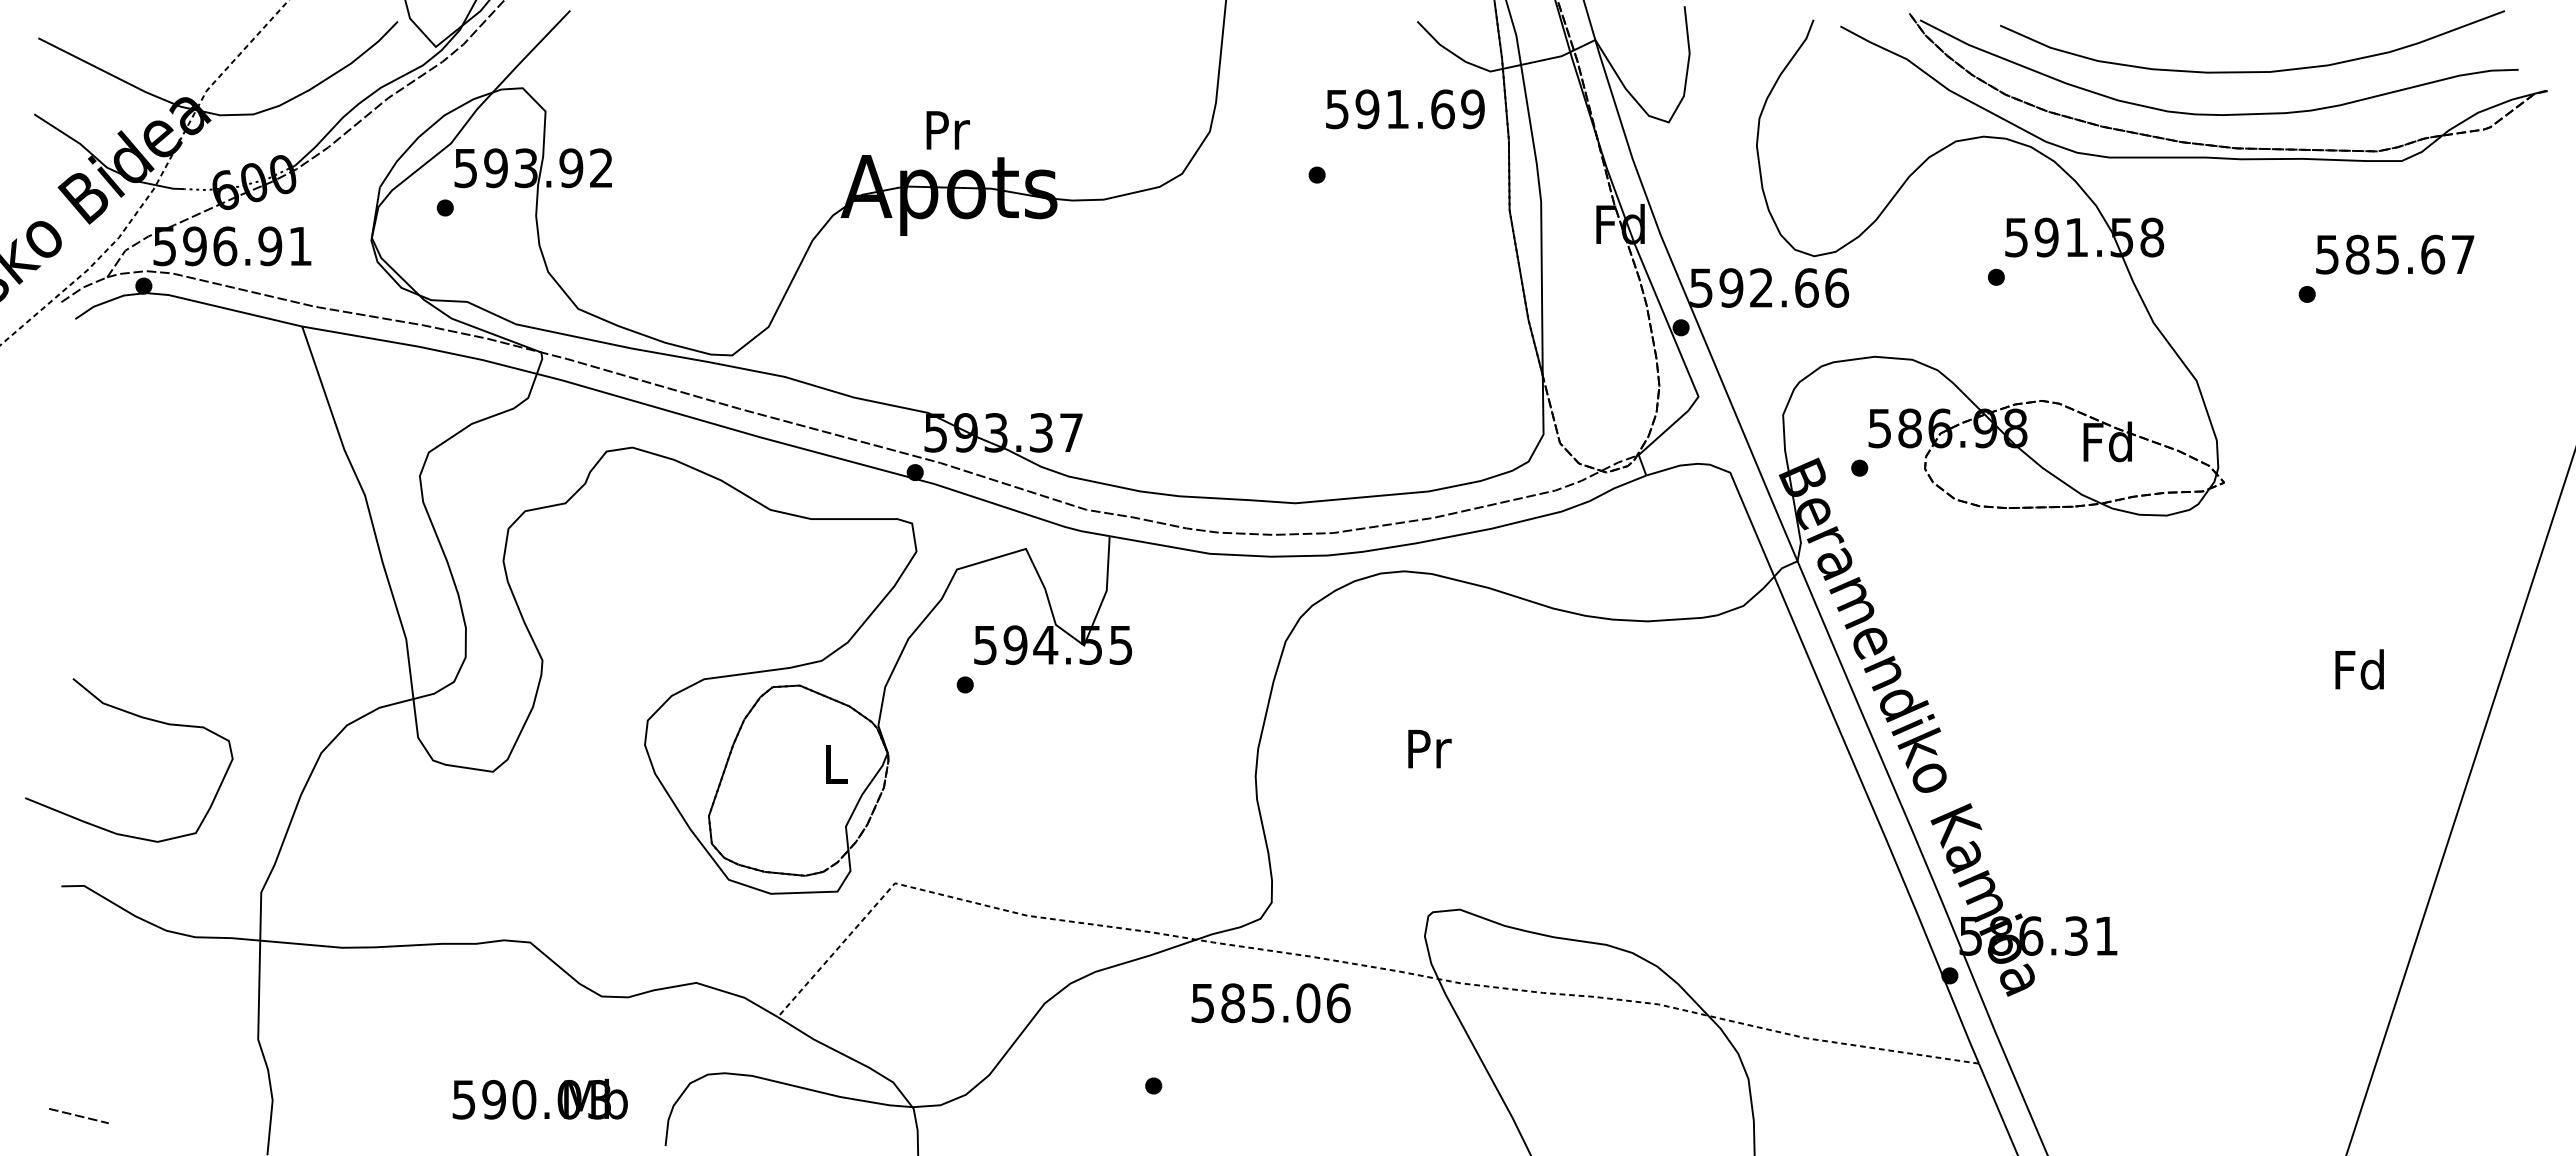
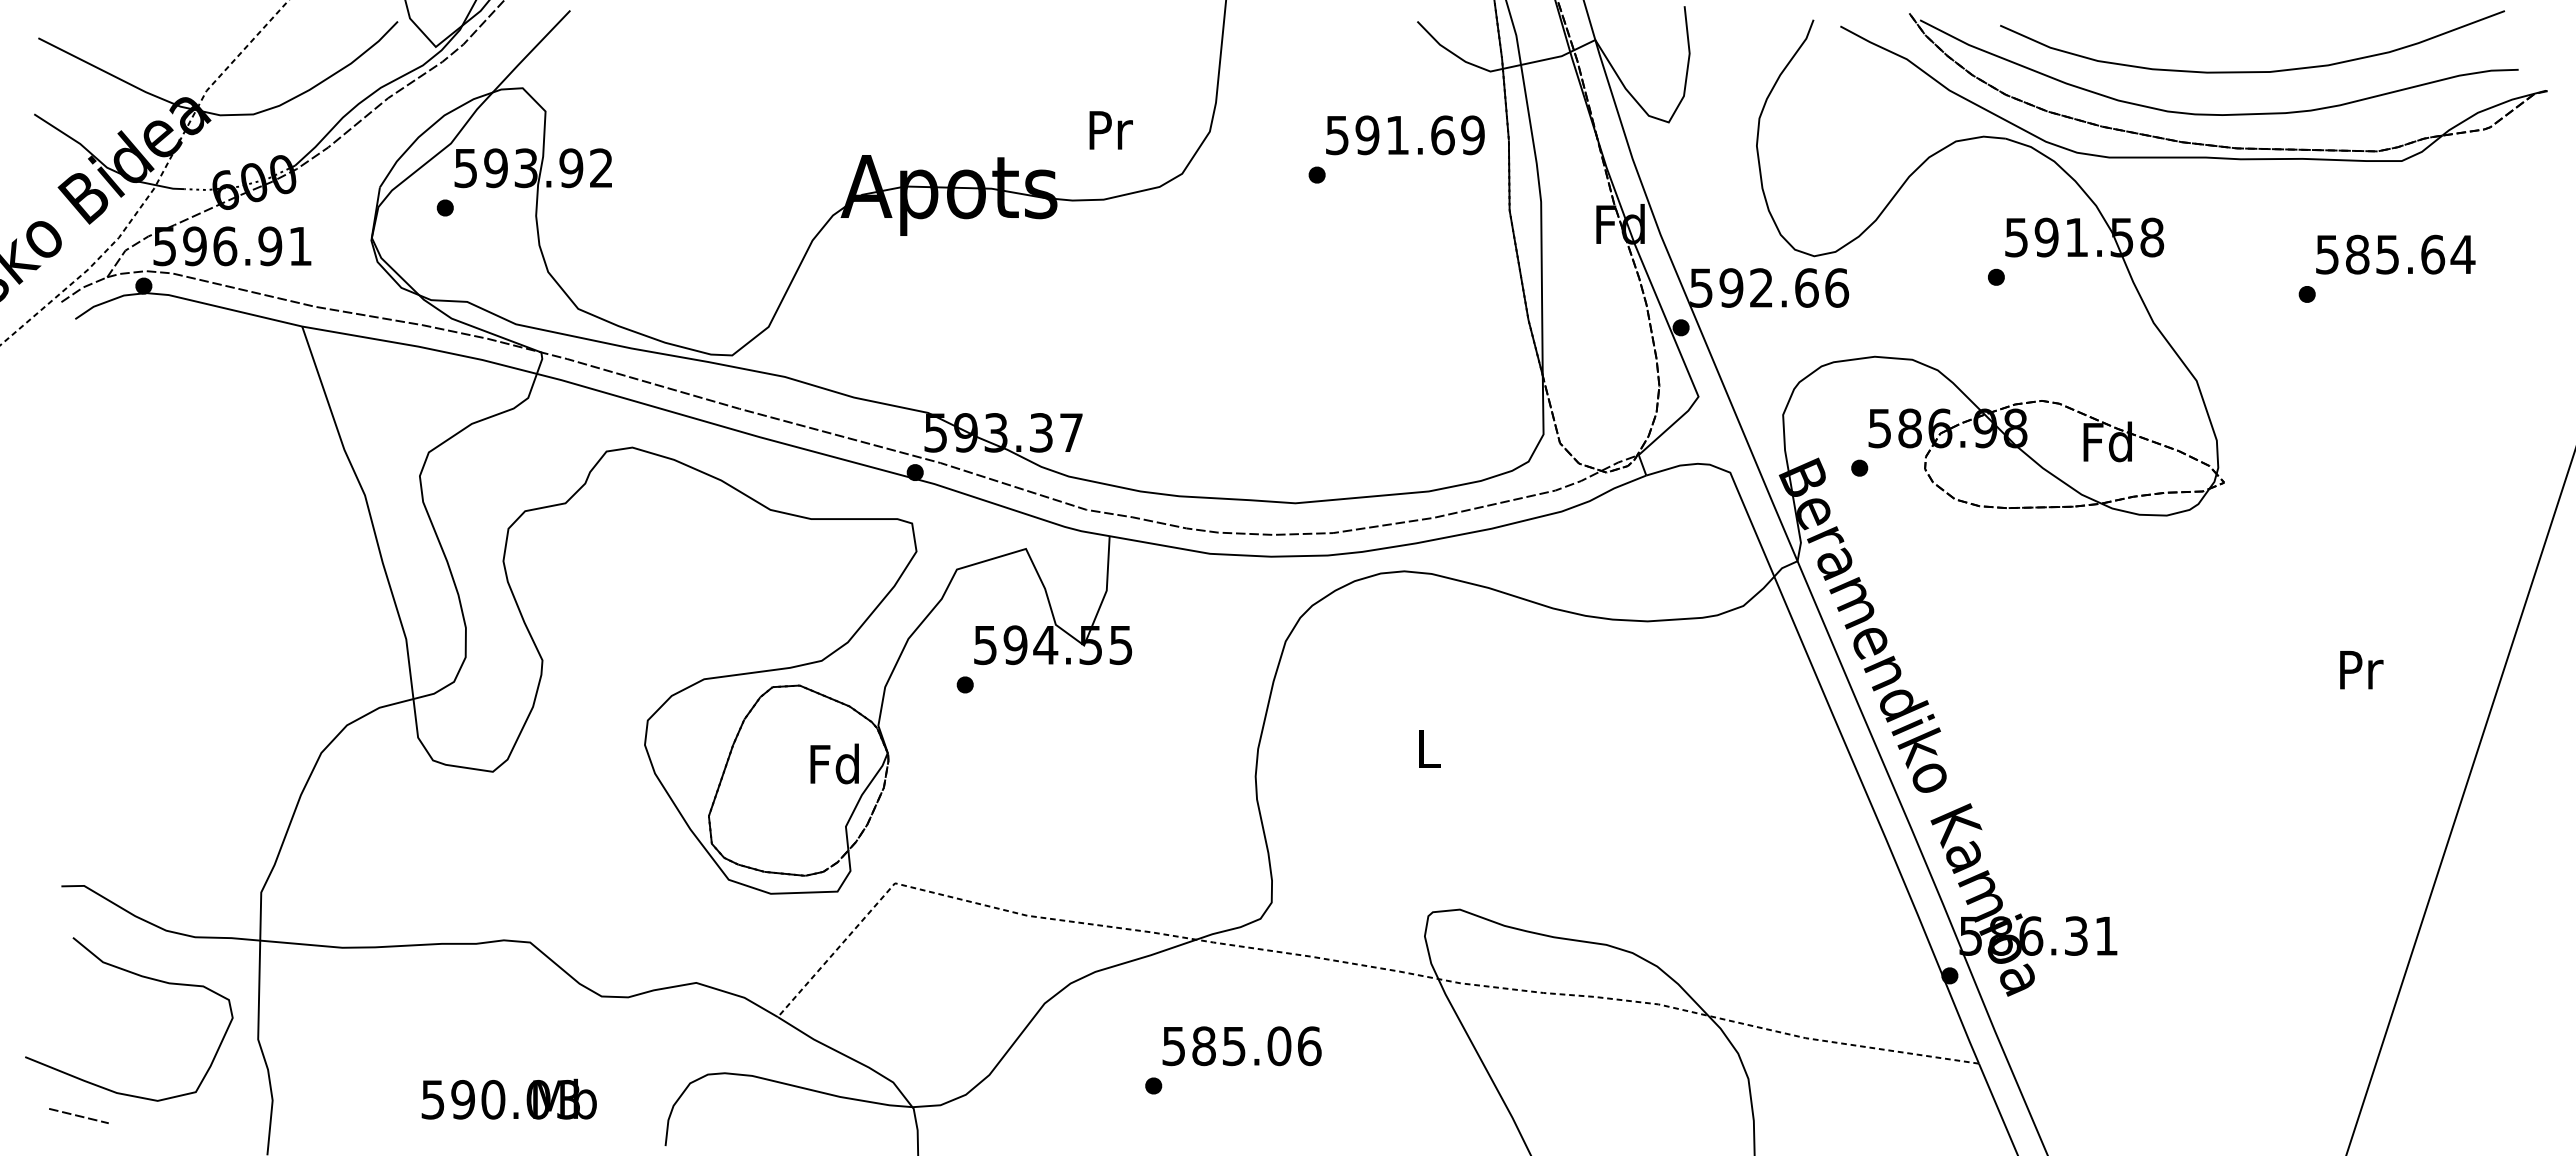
text at (1405, 109) position: (1405, 109) -> (1405, 135)
text at (947, 130) position: (947, 130) -> (1110, 130)
text at (2462, 254): 585.67 -> 585.64
text at (2359, 669): Fd -> Pr
curve at (142, 718) position: (142, 718) -> (142, 977)
text at (1429, 748): Pr -> L
text at (834, 763): L -> Fd
text at (1270, 1003) position: (1270, 1003) -> (1241, 1046)
text at (539, 1098) position: (539, 1098) -> (508, 1098)
